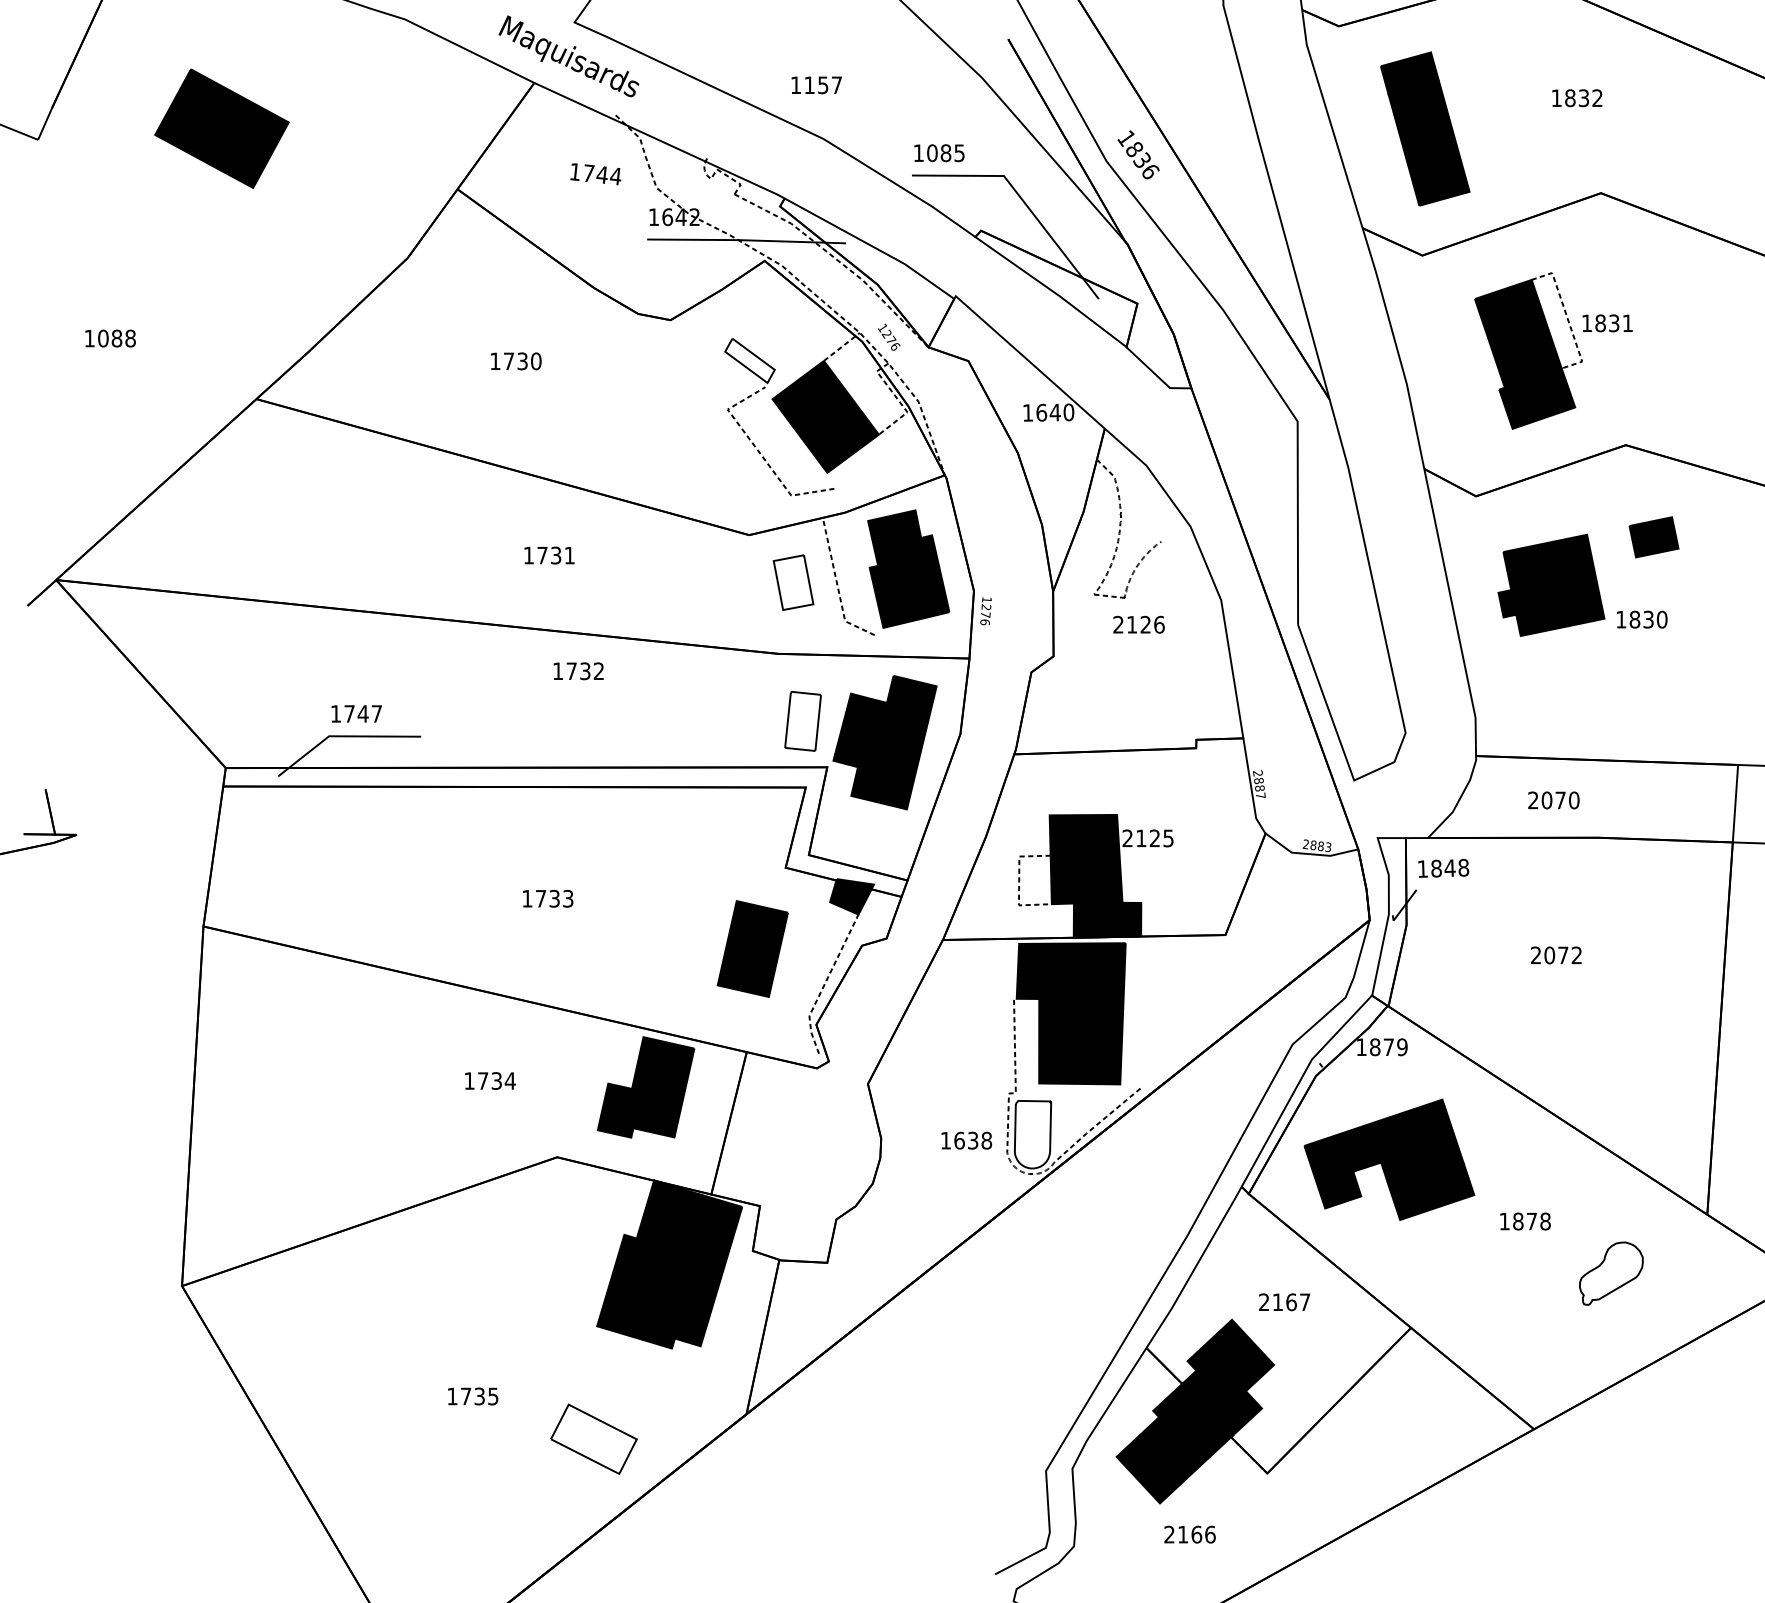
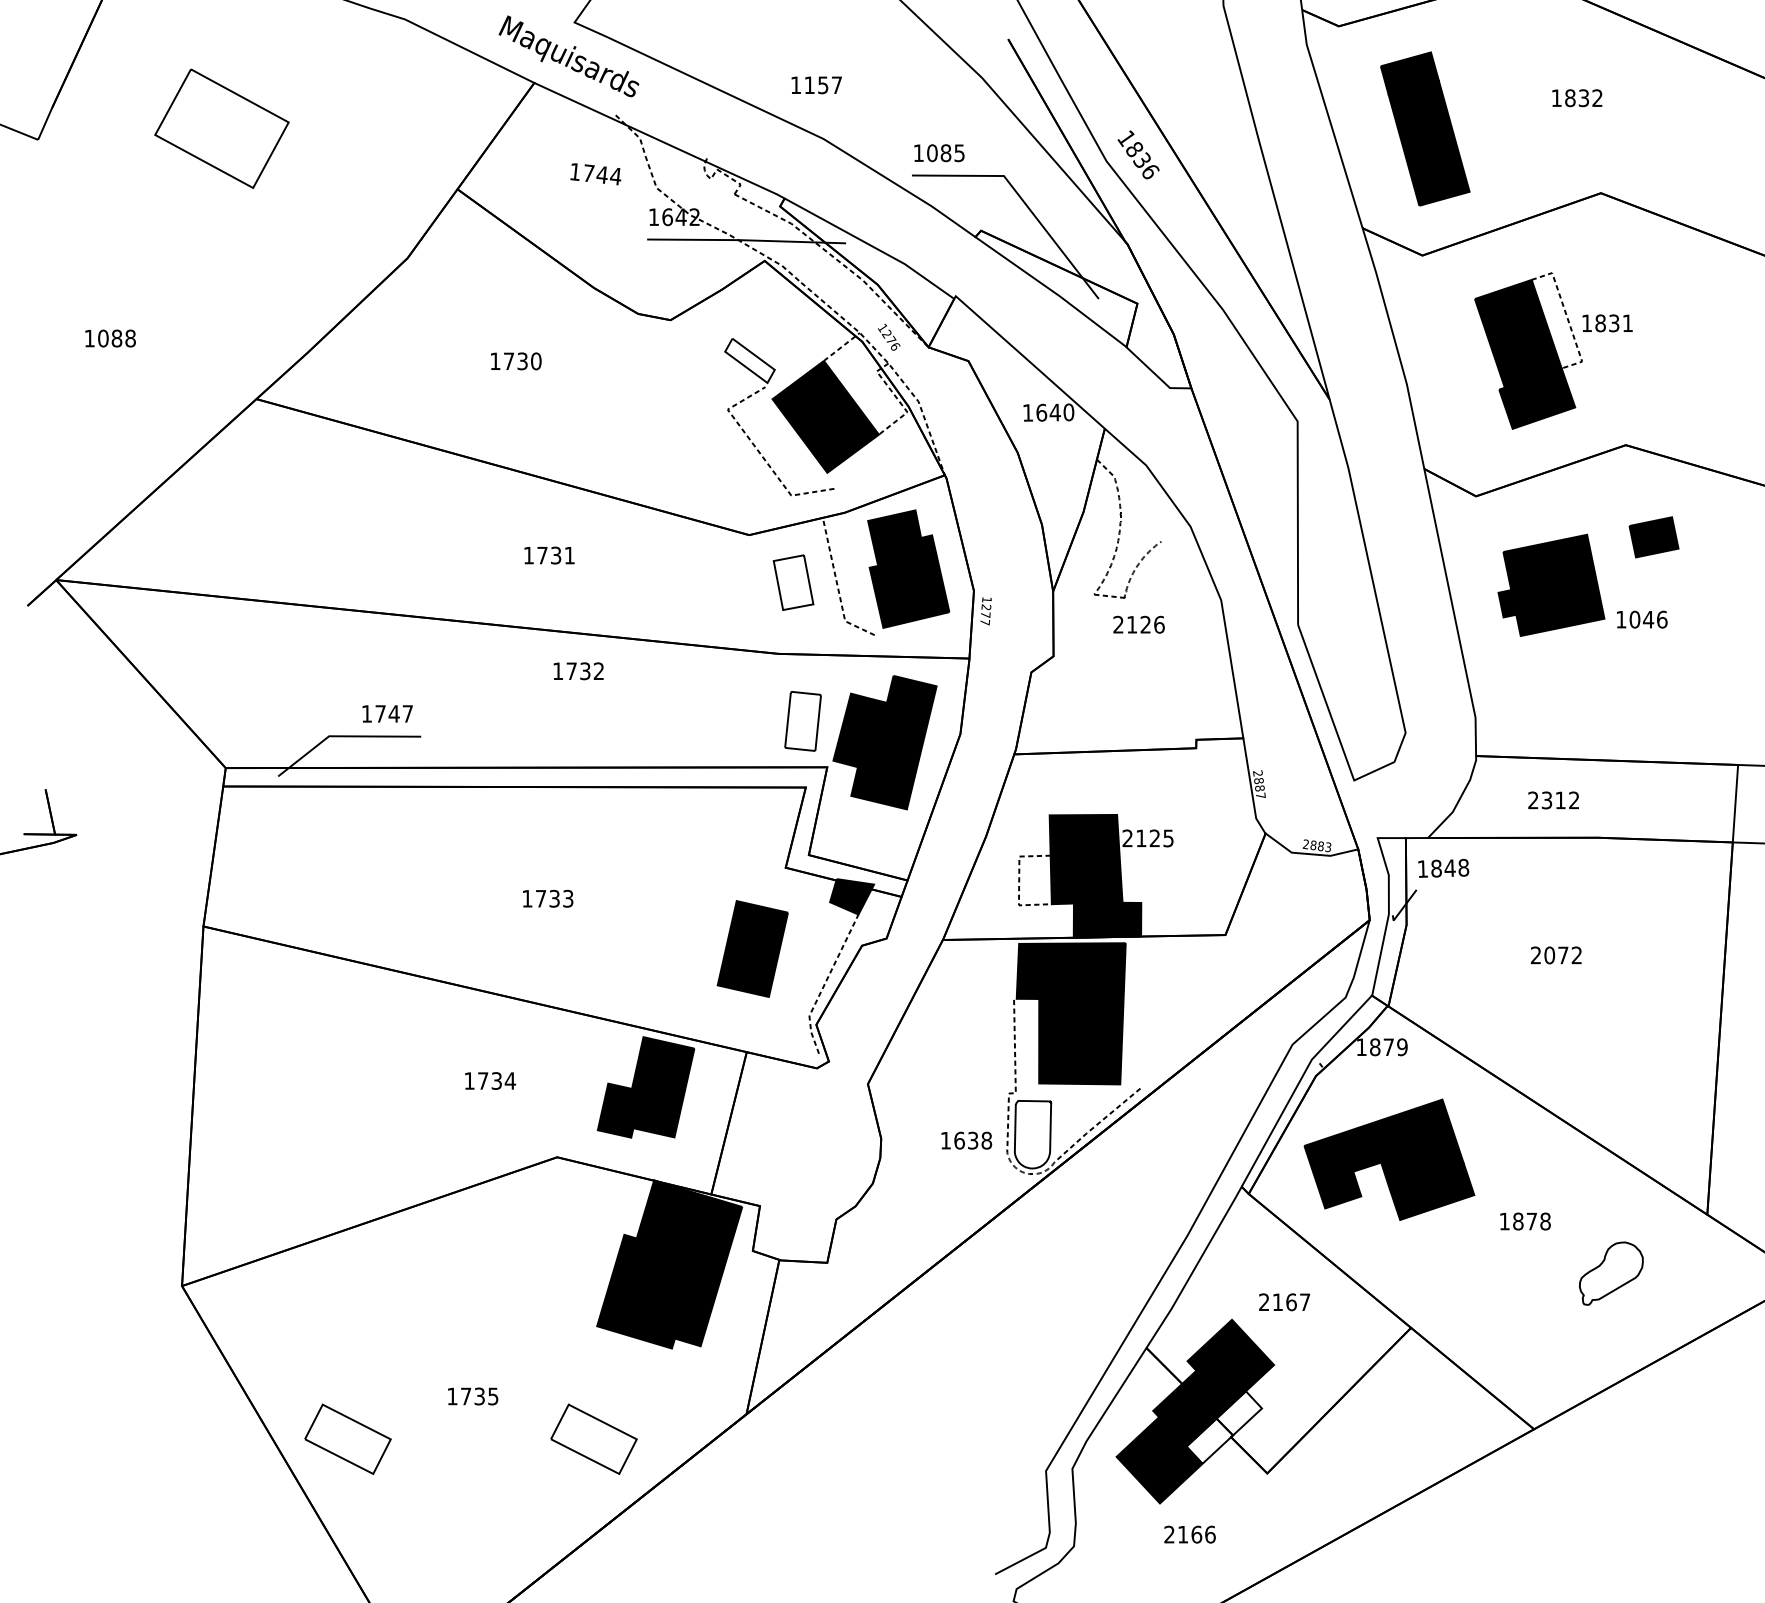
fill at (221, 128): present -> none
text at (1648, 619): 1830 -> 1046
text at (985, 622): 1276 -> 1277
text at (356, 713) position: (356, 713) -> (387, 713)
text at (1560, 800): 2070 -> 2312
fill at (1224, 1427): present -> none
part at (347, 1438): none -> present
